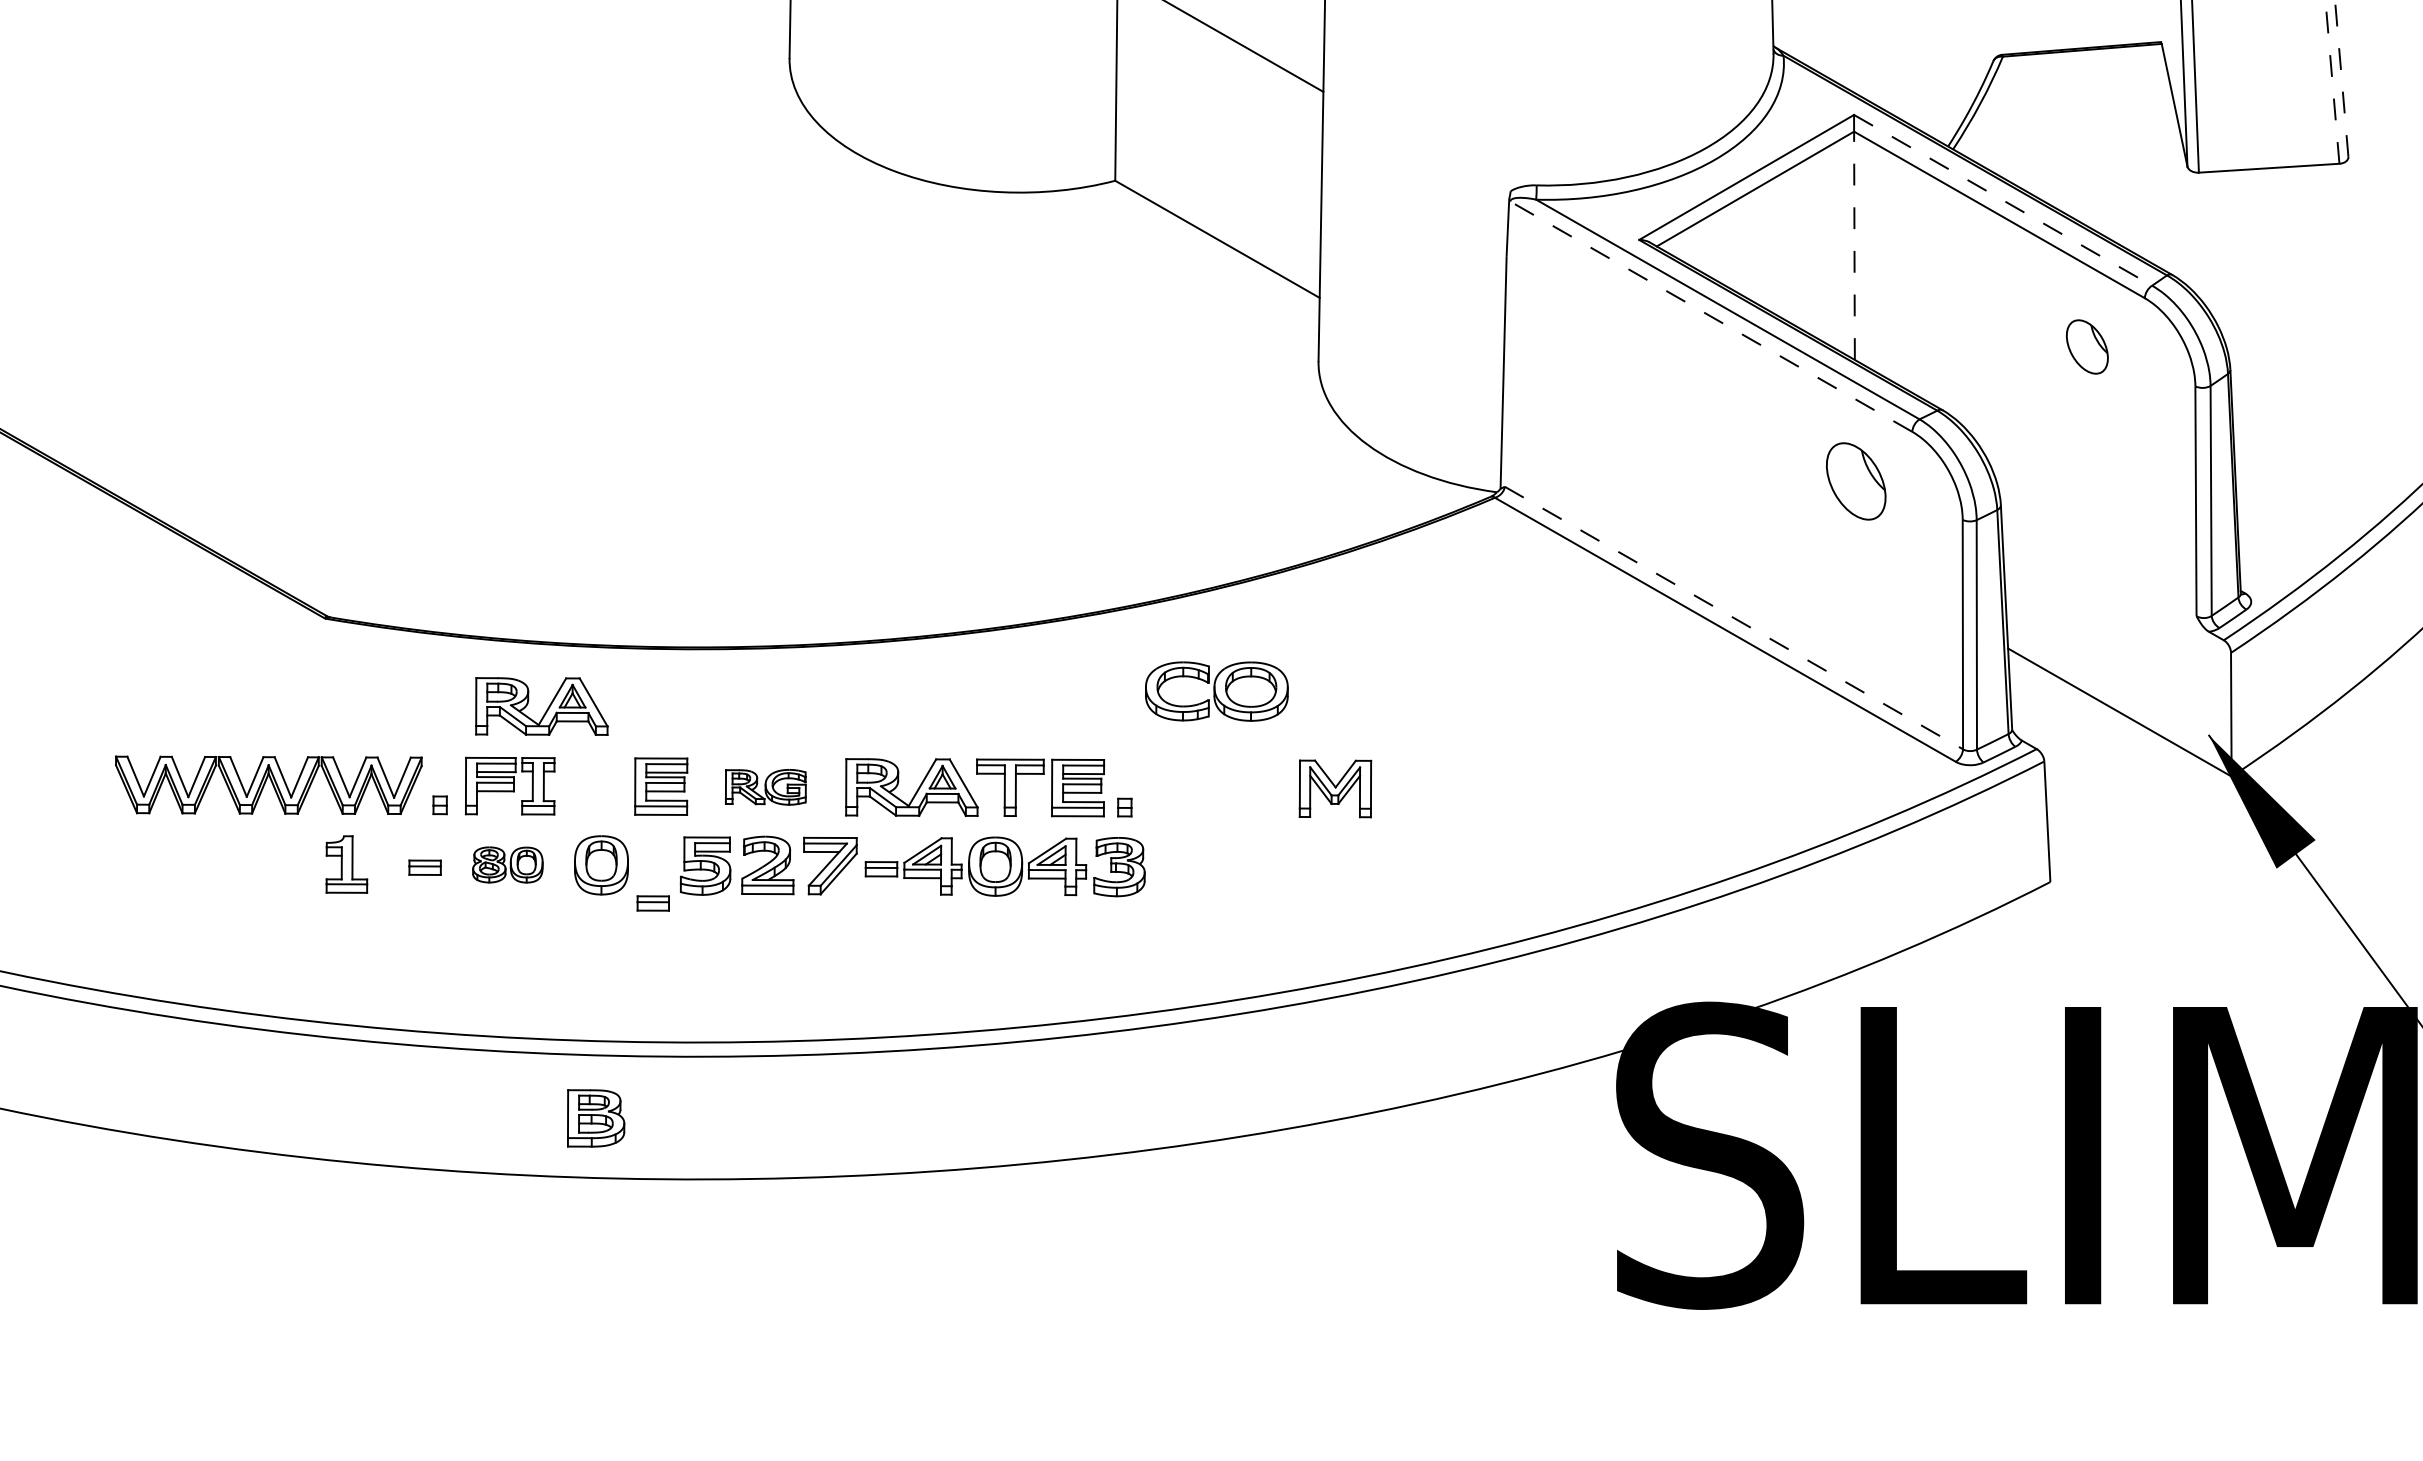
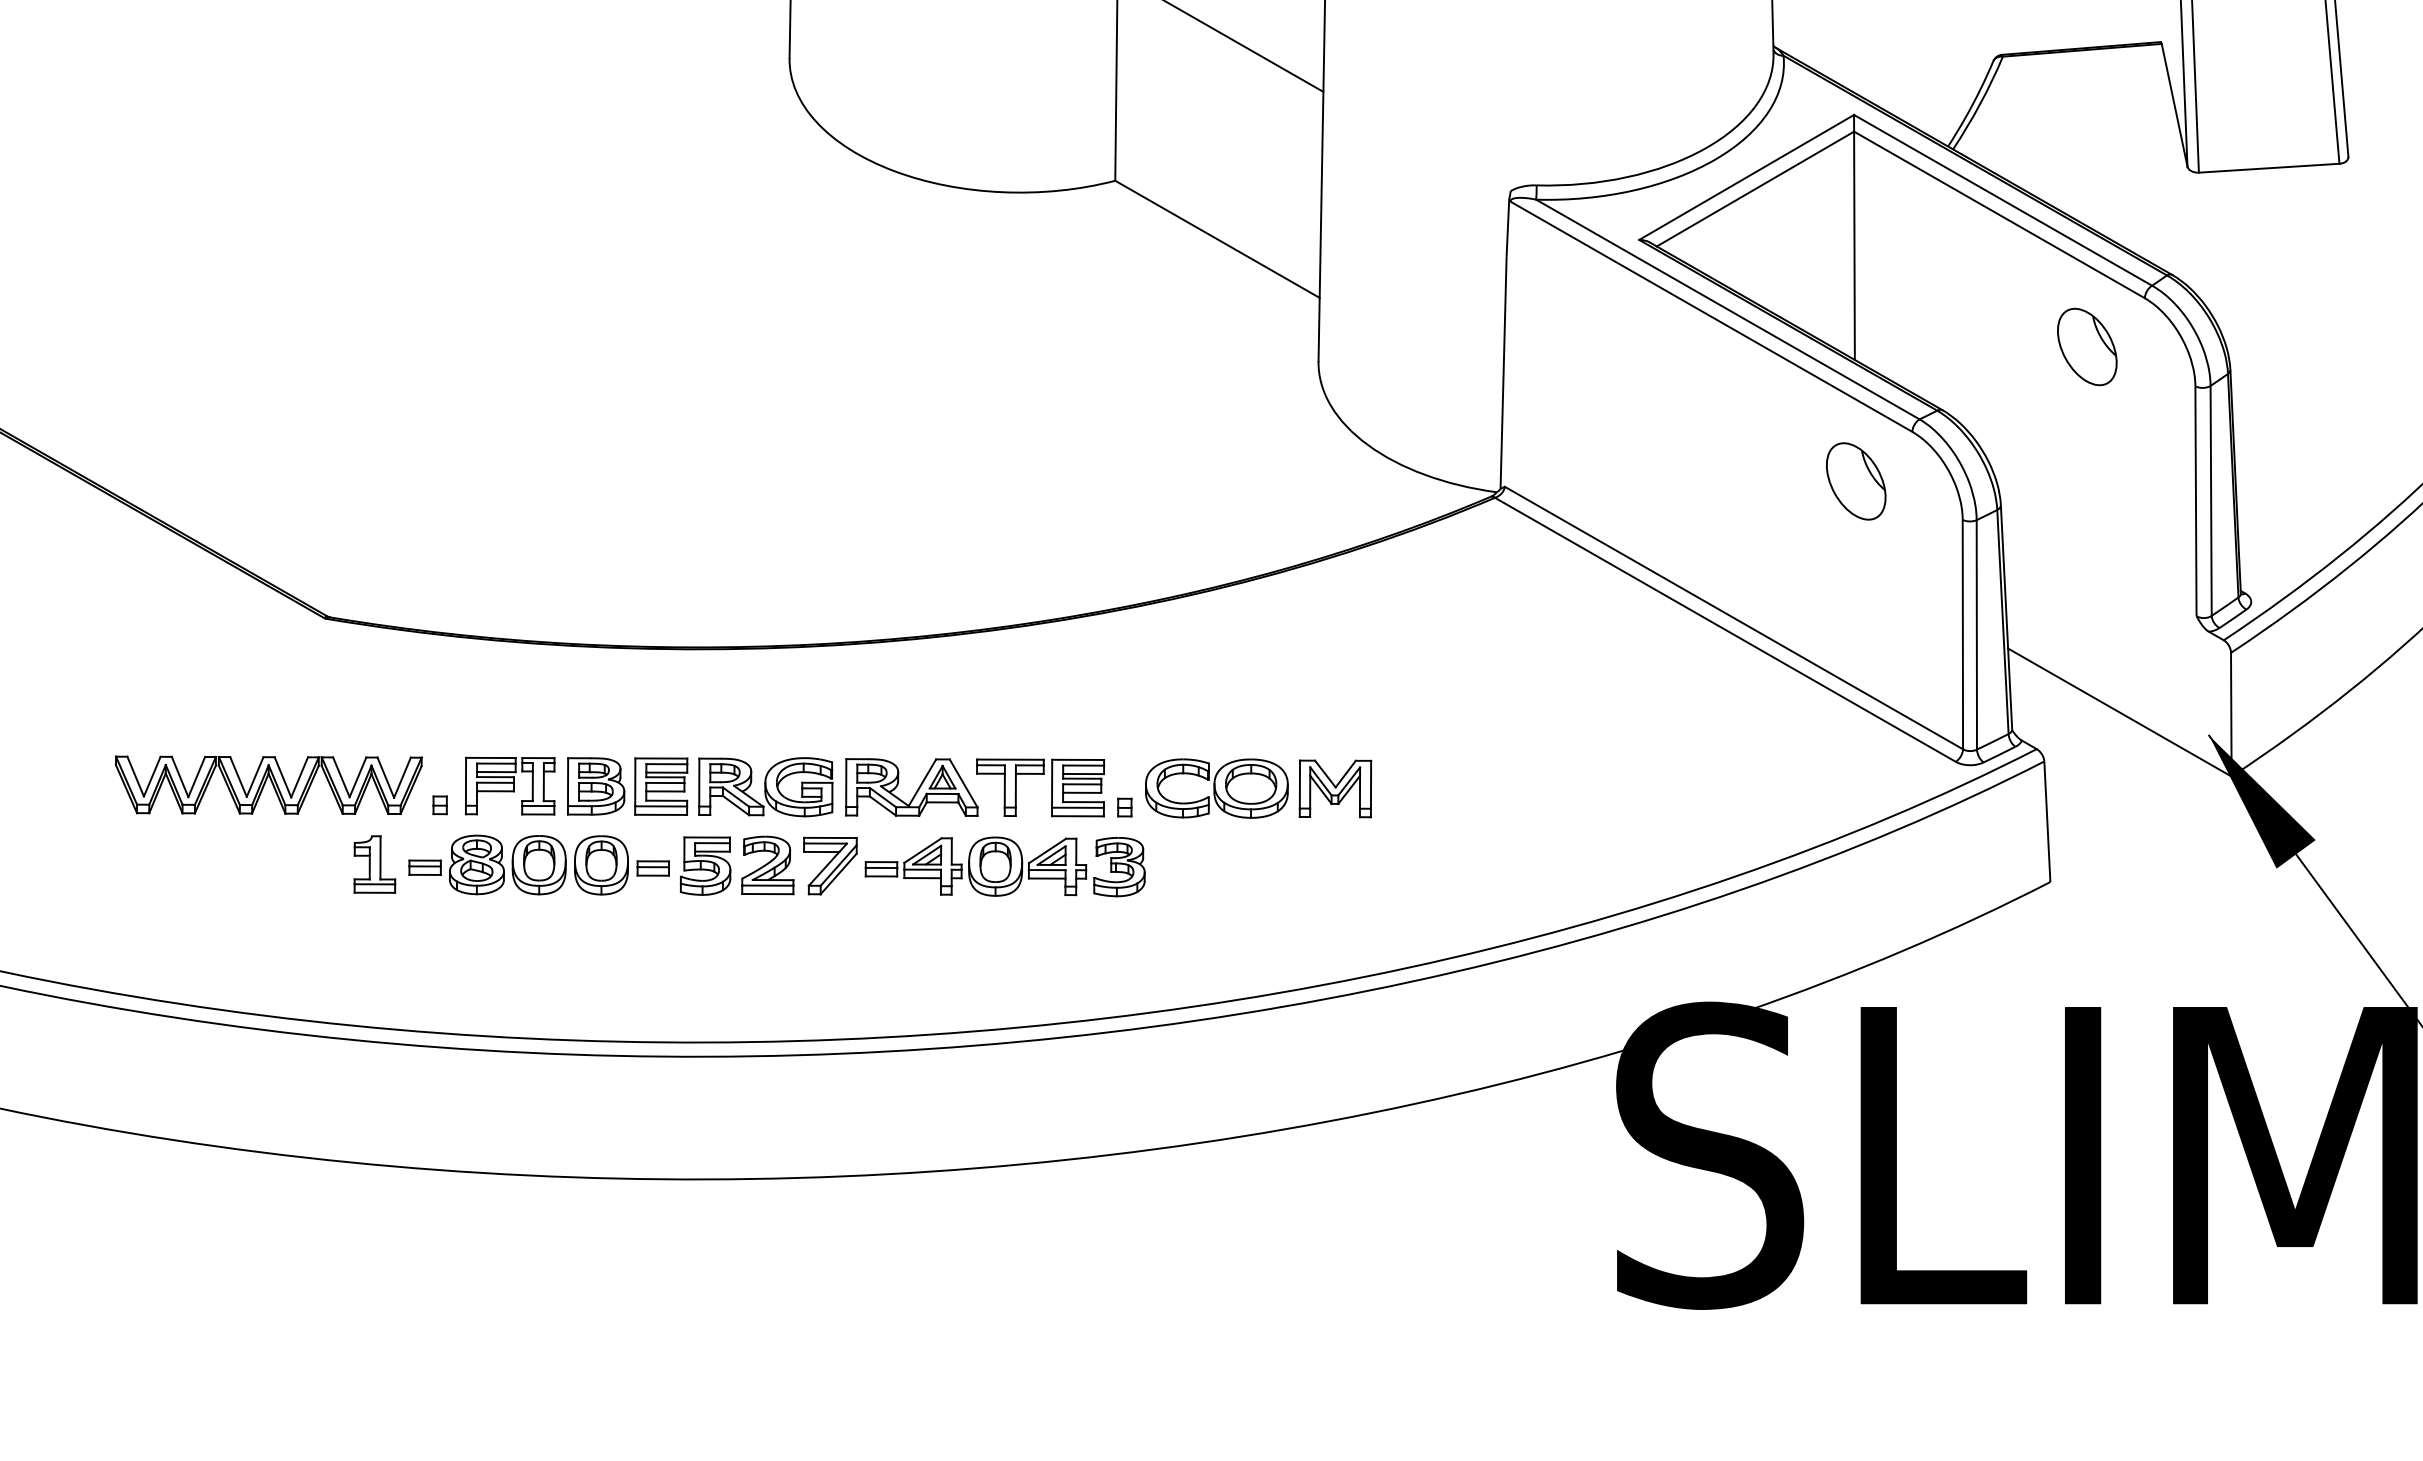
line at (2341, 78): dashed -> solid
line at (2332, 82): dashed -> solid
line at (2003, 200): dashed -> solid
line at (1854, 245): dashed -> solid
line at (1711, 316): dashed -> solid
part at (2086, 346) size: 44x56 px -> 61x80 px
line at (1734, 618): dashed -> solid
part at (1216, 691) position: (1216, 691) -> (1216, 788)
part at (541, 706): present -> none
part at (765, 787) size: 82x37 px -> 136x61 px
part at (346, 864) position: (346, 864) -> (374, 864)
part at (507, 864) size: 72x38 px -> 118x62 px
part at (652, 903) position: (652, 903) -> (652, 868)
part at (596, 1118) position: (596, 1118) -> (596, 786)
